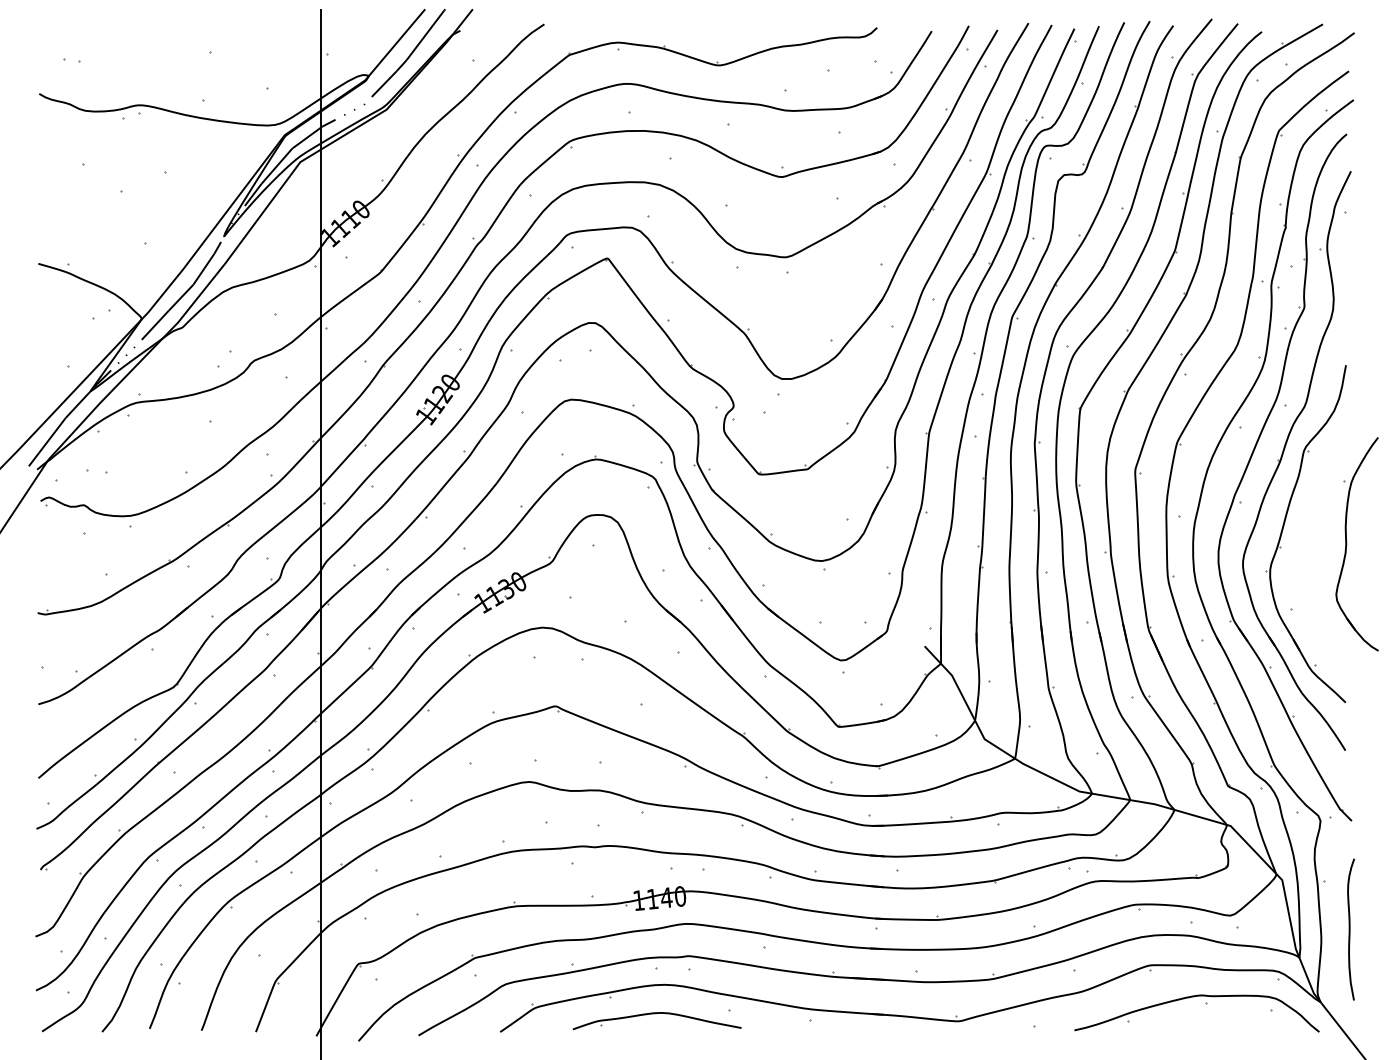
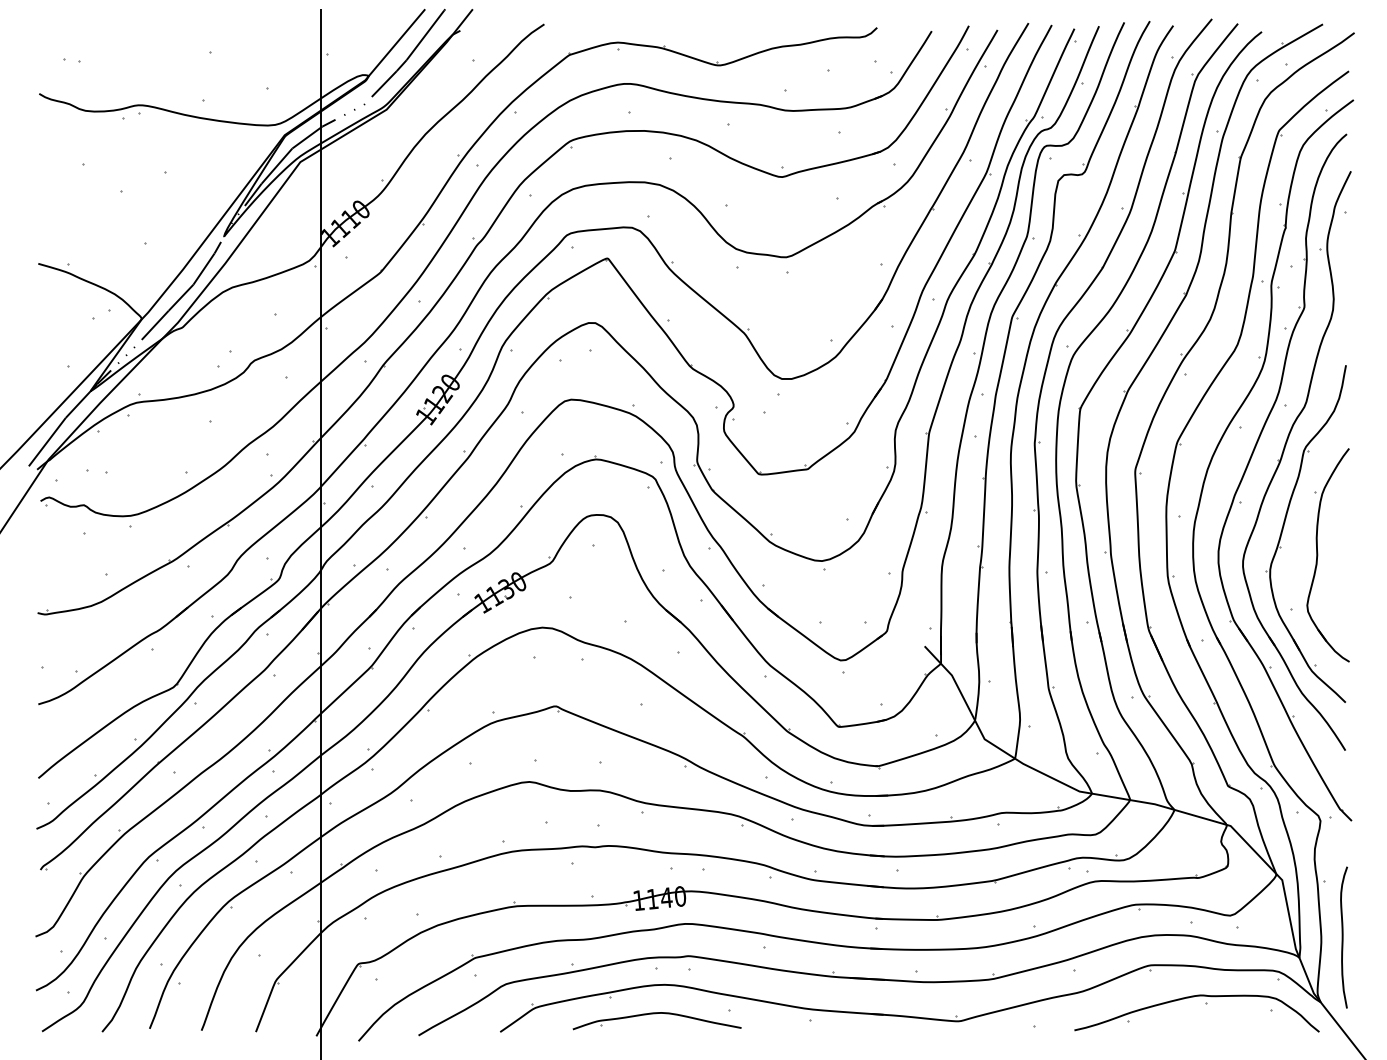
part at (1347, 544) position: (1347, 544) -> (1318, 555)
curve at (1350, 929) position: (1350, 929) -> (1343, 937)
